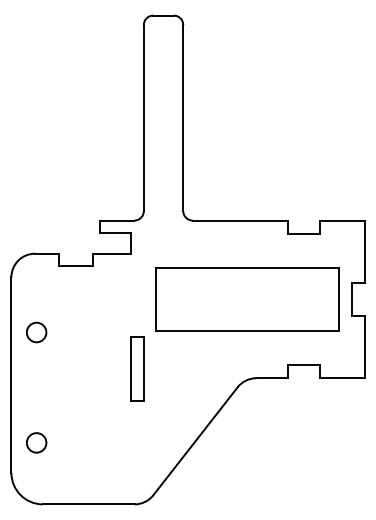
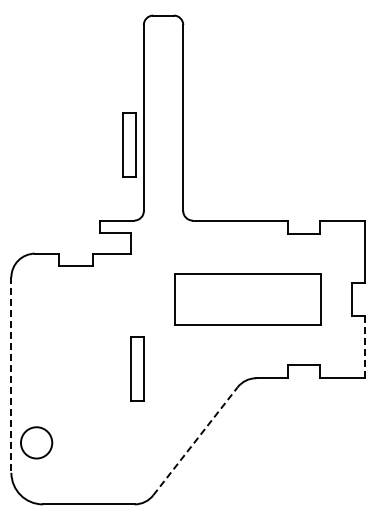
part at (129, 144): none -> present
part at (247, 299) size: 185x65 px -> 148x53 px
circle at (36, 332): present -> none
line at (364, 346): solid -> dashed
line at (11, 375): solid -> dashed
line at (195, 441): solid -> dashed
circle at (36, 442) diameter: 20 px -> 31 px
